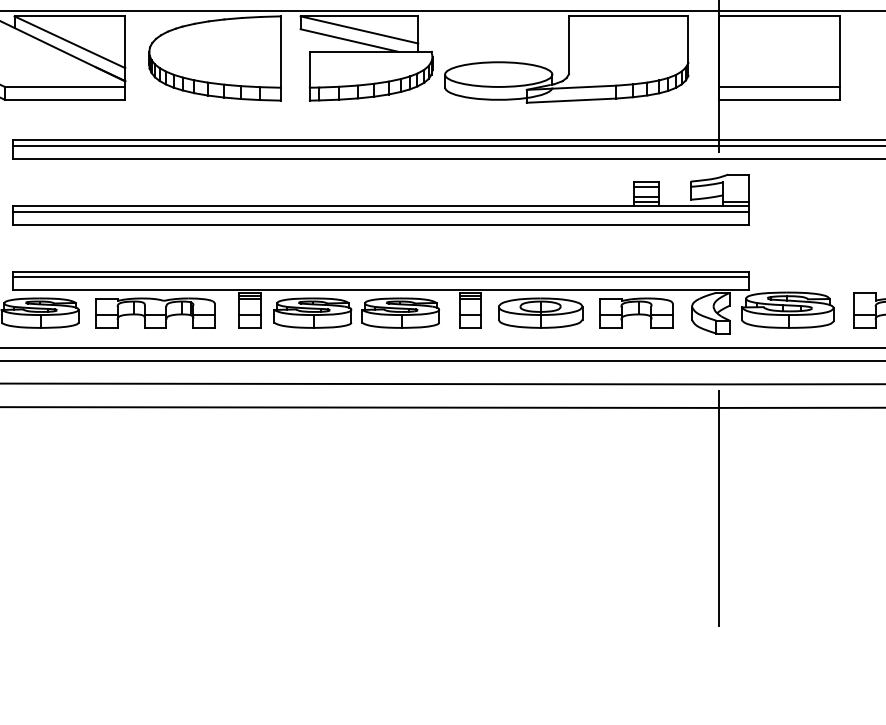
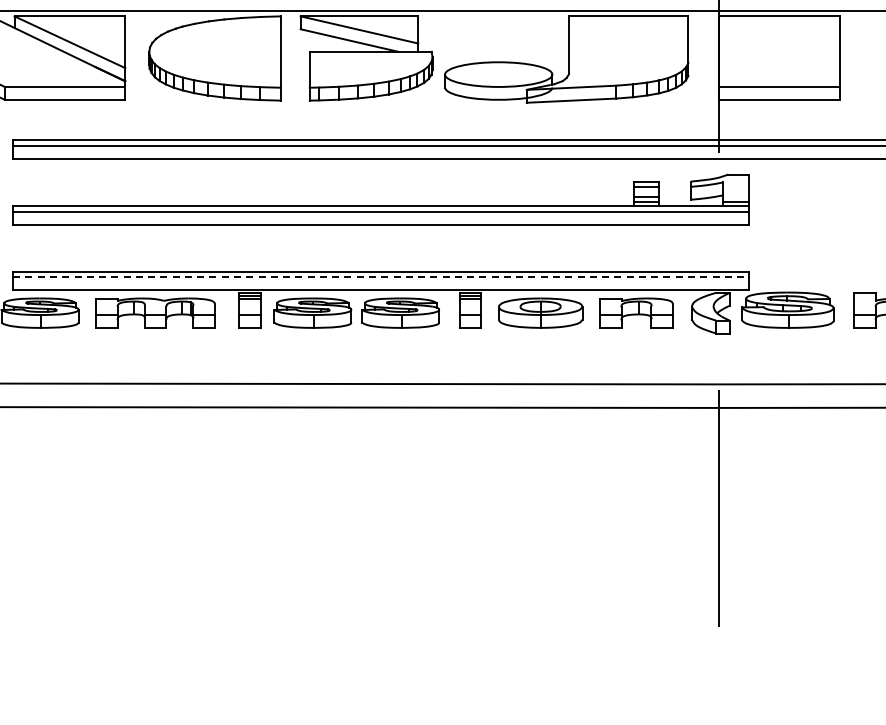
line at (381, 277): solid -> dashed
line at (442, 348): present -> none
line at (442, 361): present -> none
